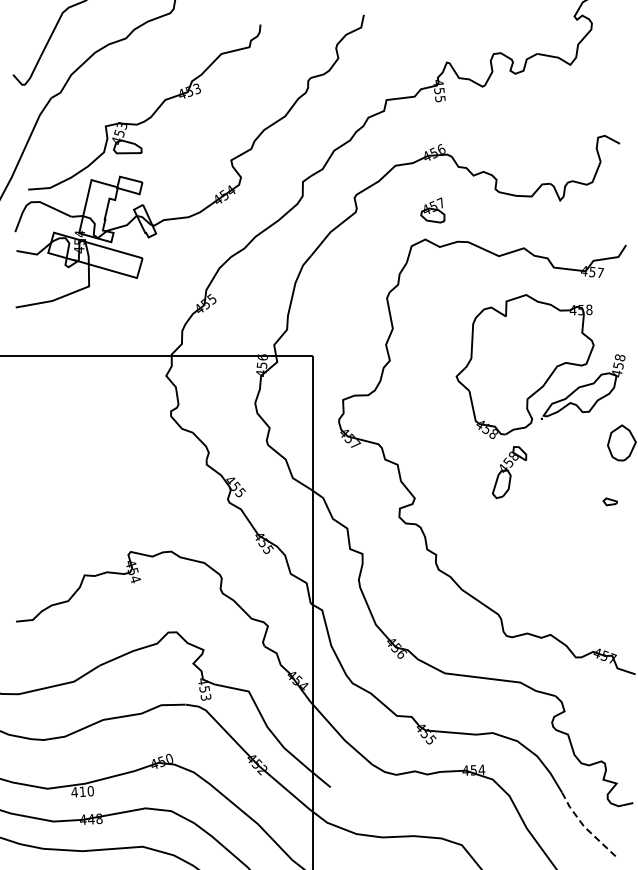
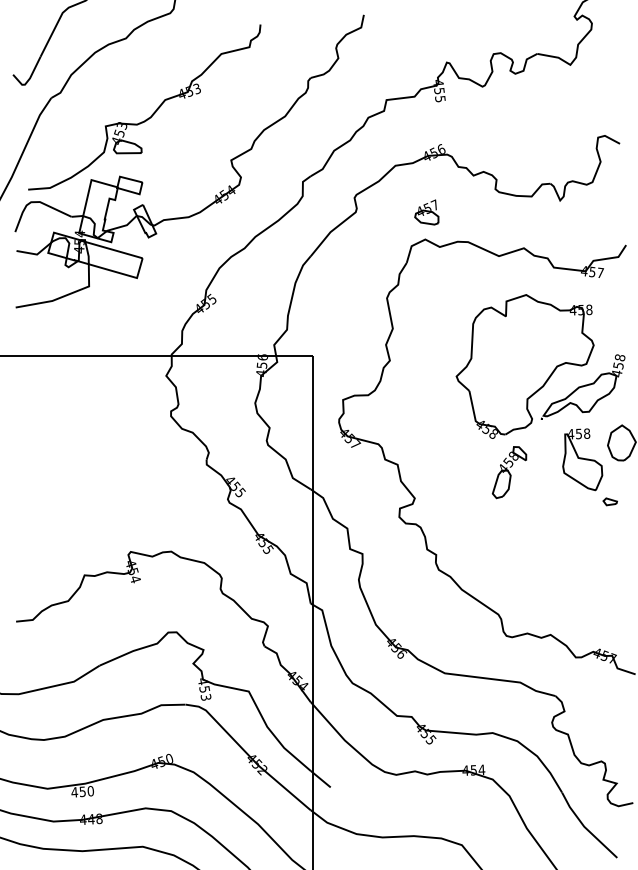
part at (432, 210) position: (432, 210) -> (426, 212)
part at (582, 459): none -> present
text at (82, 791): 410 -> 450
line at (584, 827): dashed -> solid
